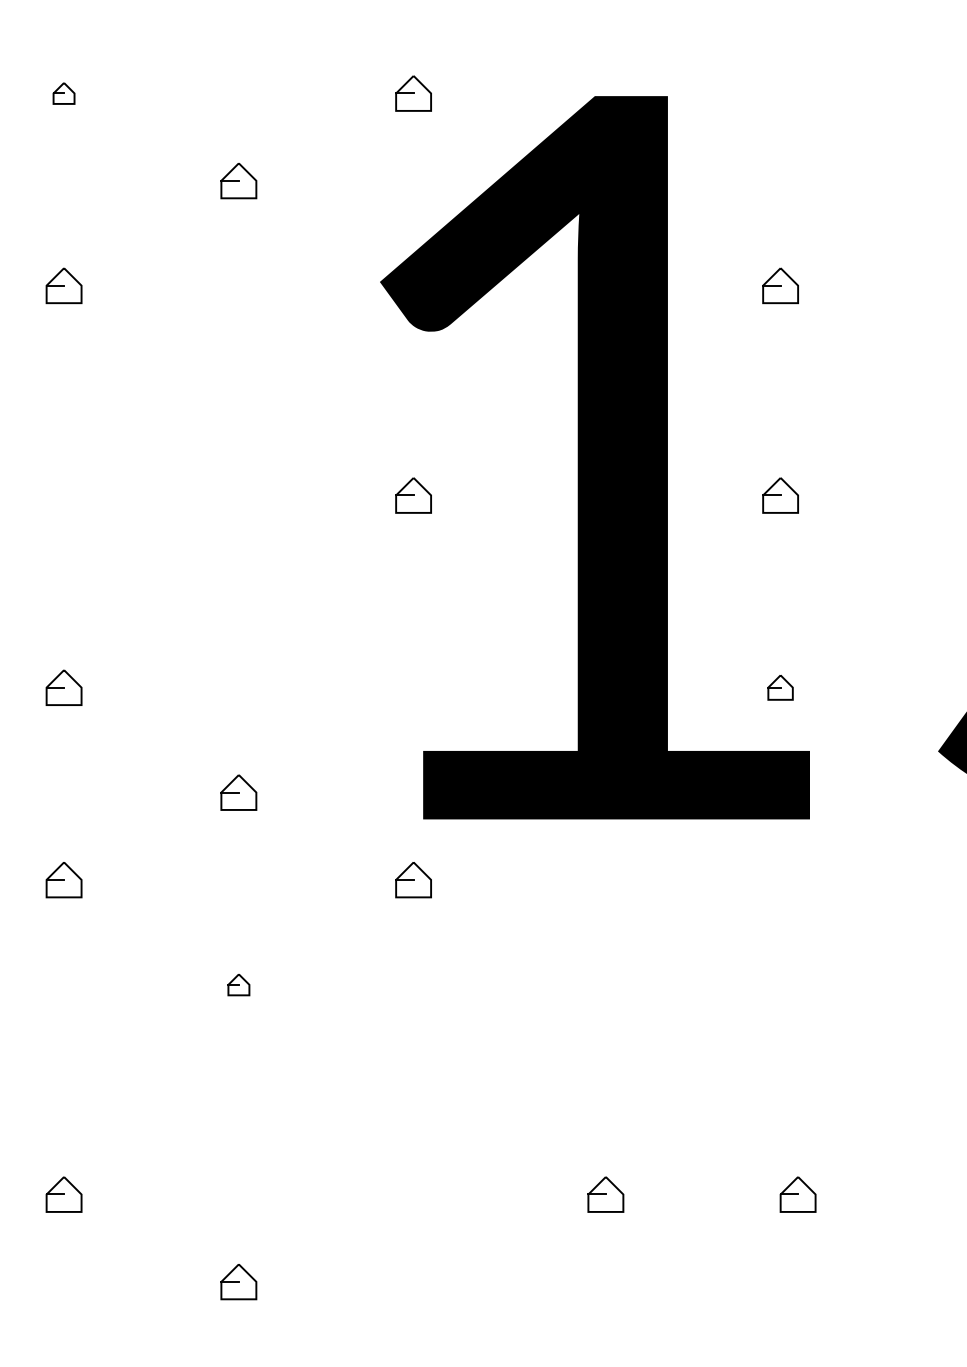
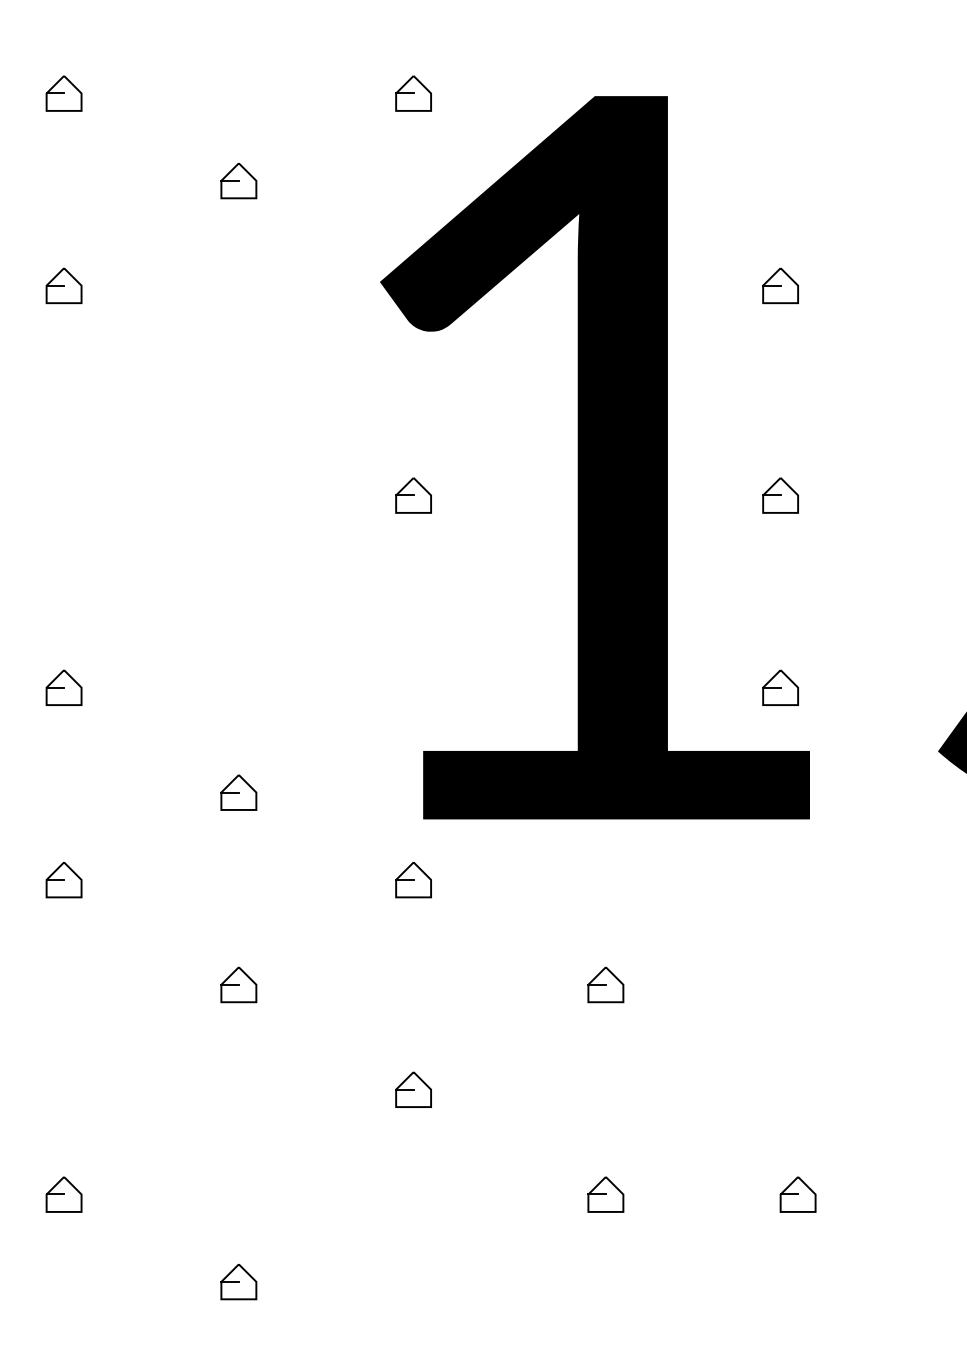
part at (63, 93) size: 24x23 px -> 38x37 px
part at (780, 687) size: 27x26 px -> 37x37 px
part at (605, 984): none -> present
part at (238, 985) size: 24x23 px -> 38x38 px
part at (413, 1089): none -> present
